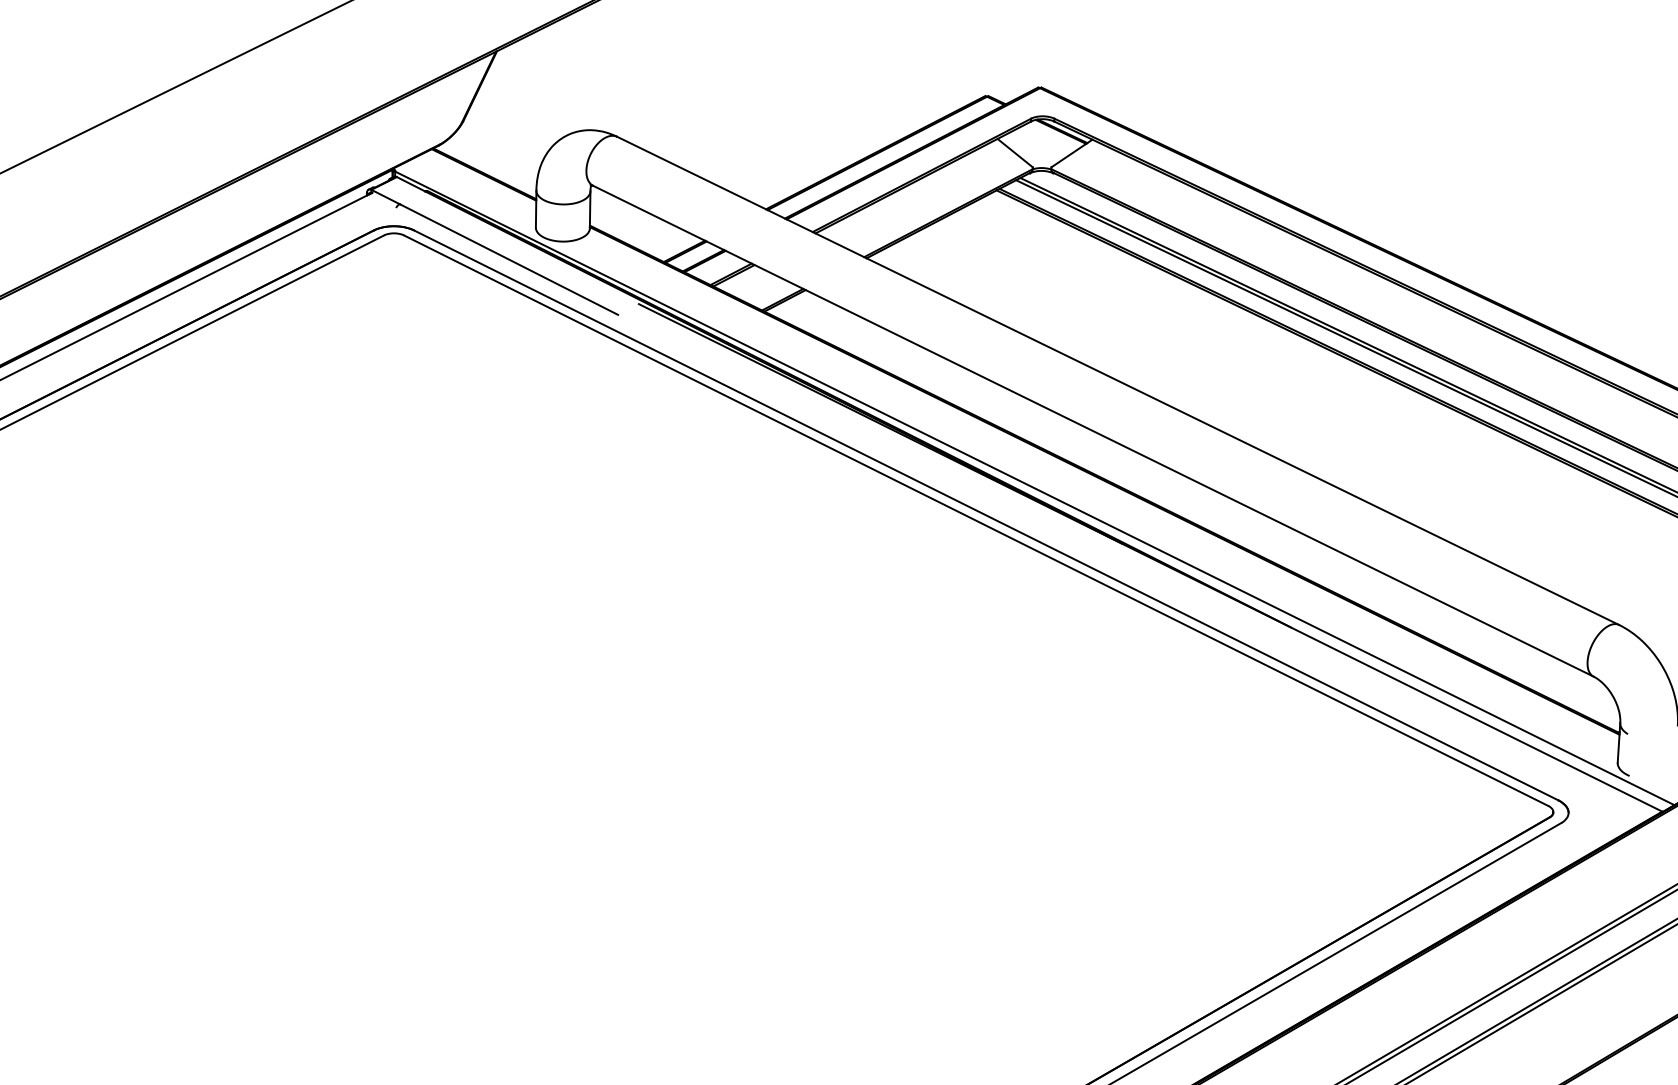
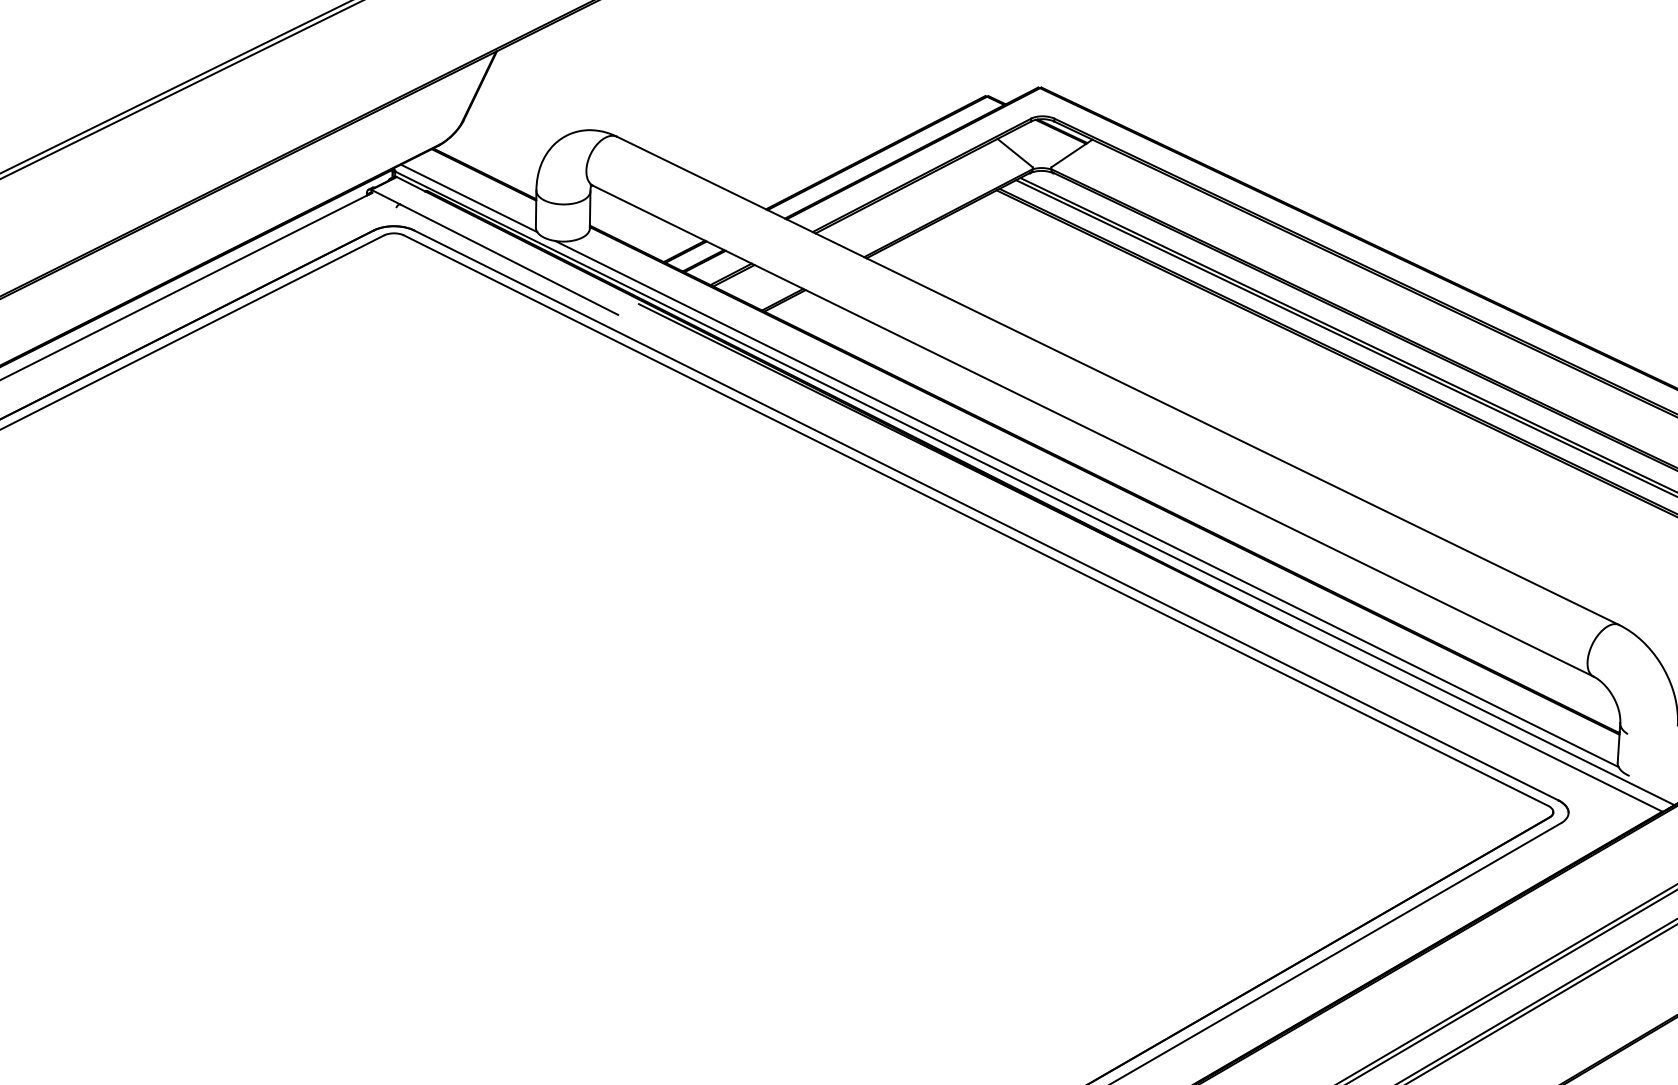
line at (180, 90): none -> present
line at (469, 198): none -> present
line at (1086, 503): none -> present
